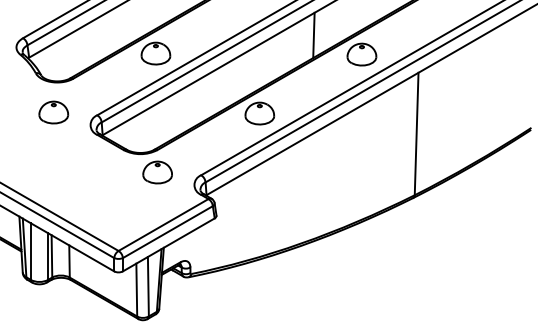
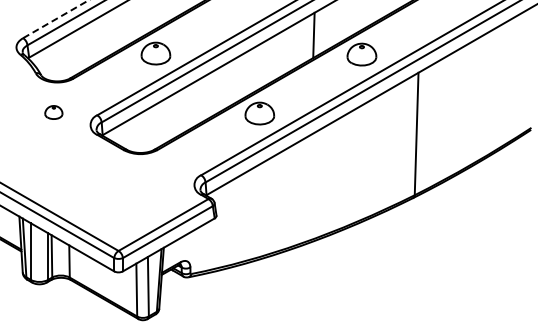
line at (55, 19): solid -> dashed
part at (53, 112) size: 32x25 px -> 20x15 px
part at (157, 172): present -> none
